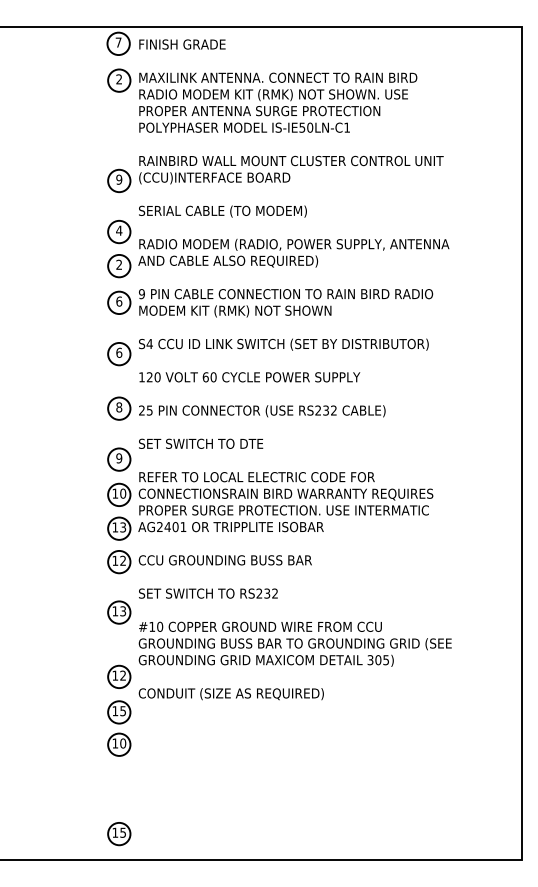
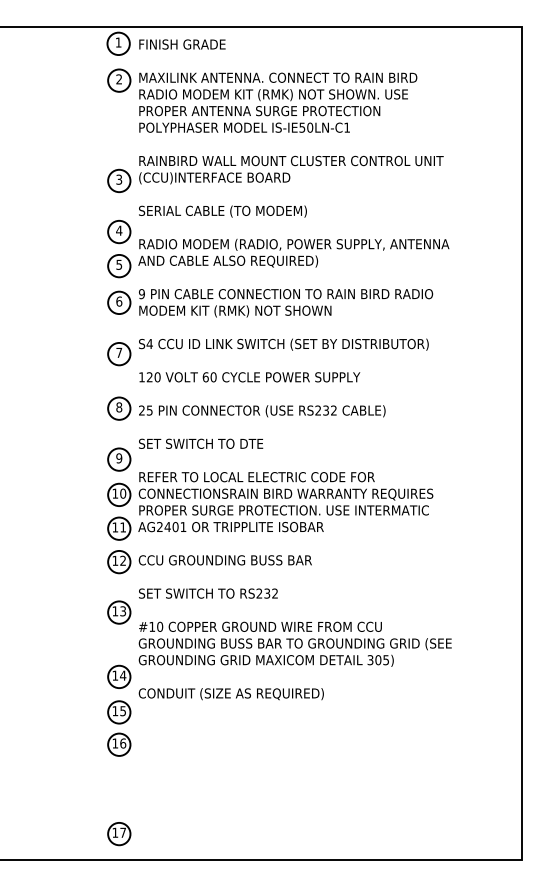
text at (118, 42): 7 -> 1
text at (119, 179): 9 -> 3
text at (119, 264): 2 -> 5
text at (119, 352): 6 -> 7
text at (123, 527): 13 -> 11
text at (123, 675): 12 -> 14
text at (123, 743): 10 -> 16
text at (122, 832): 15 -> 17
